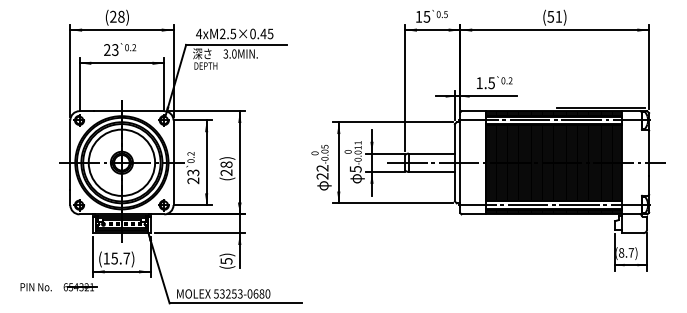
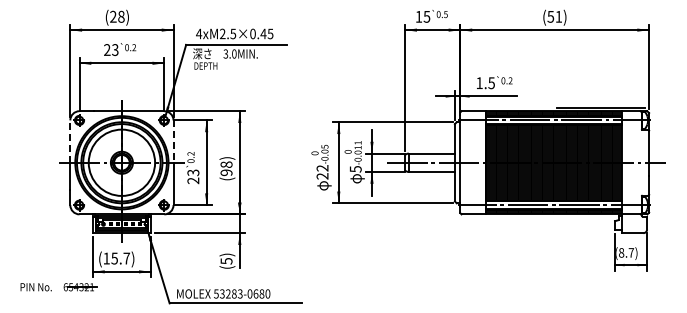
line at (70, 141): solid -> dashed
line at (173, 142): solid -> dashed
text at (226, 172): 28 -> 98
text at (233, 293): 53253-0680 -> 53283-0680
